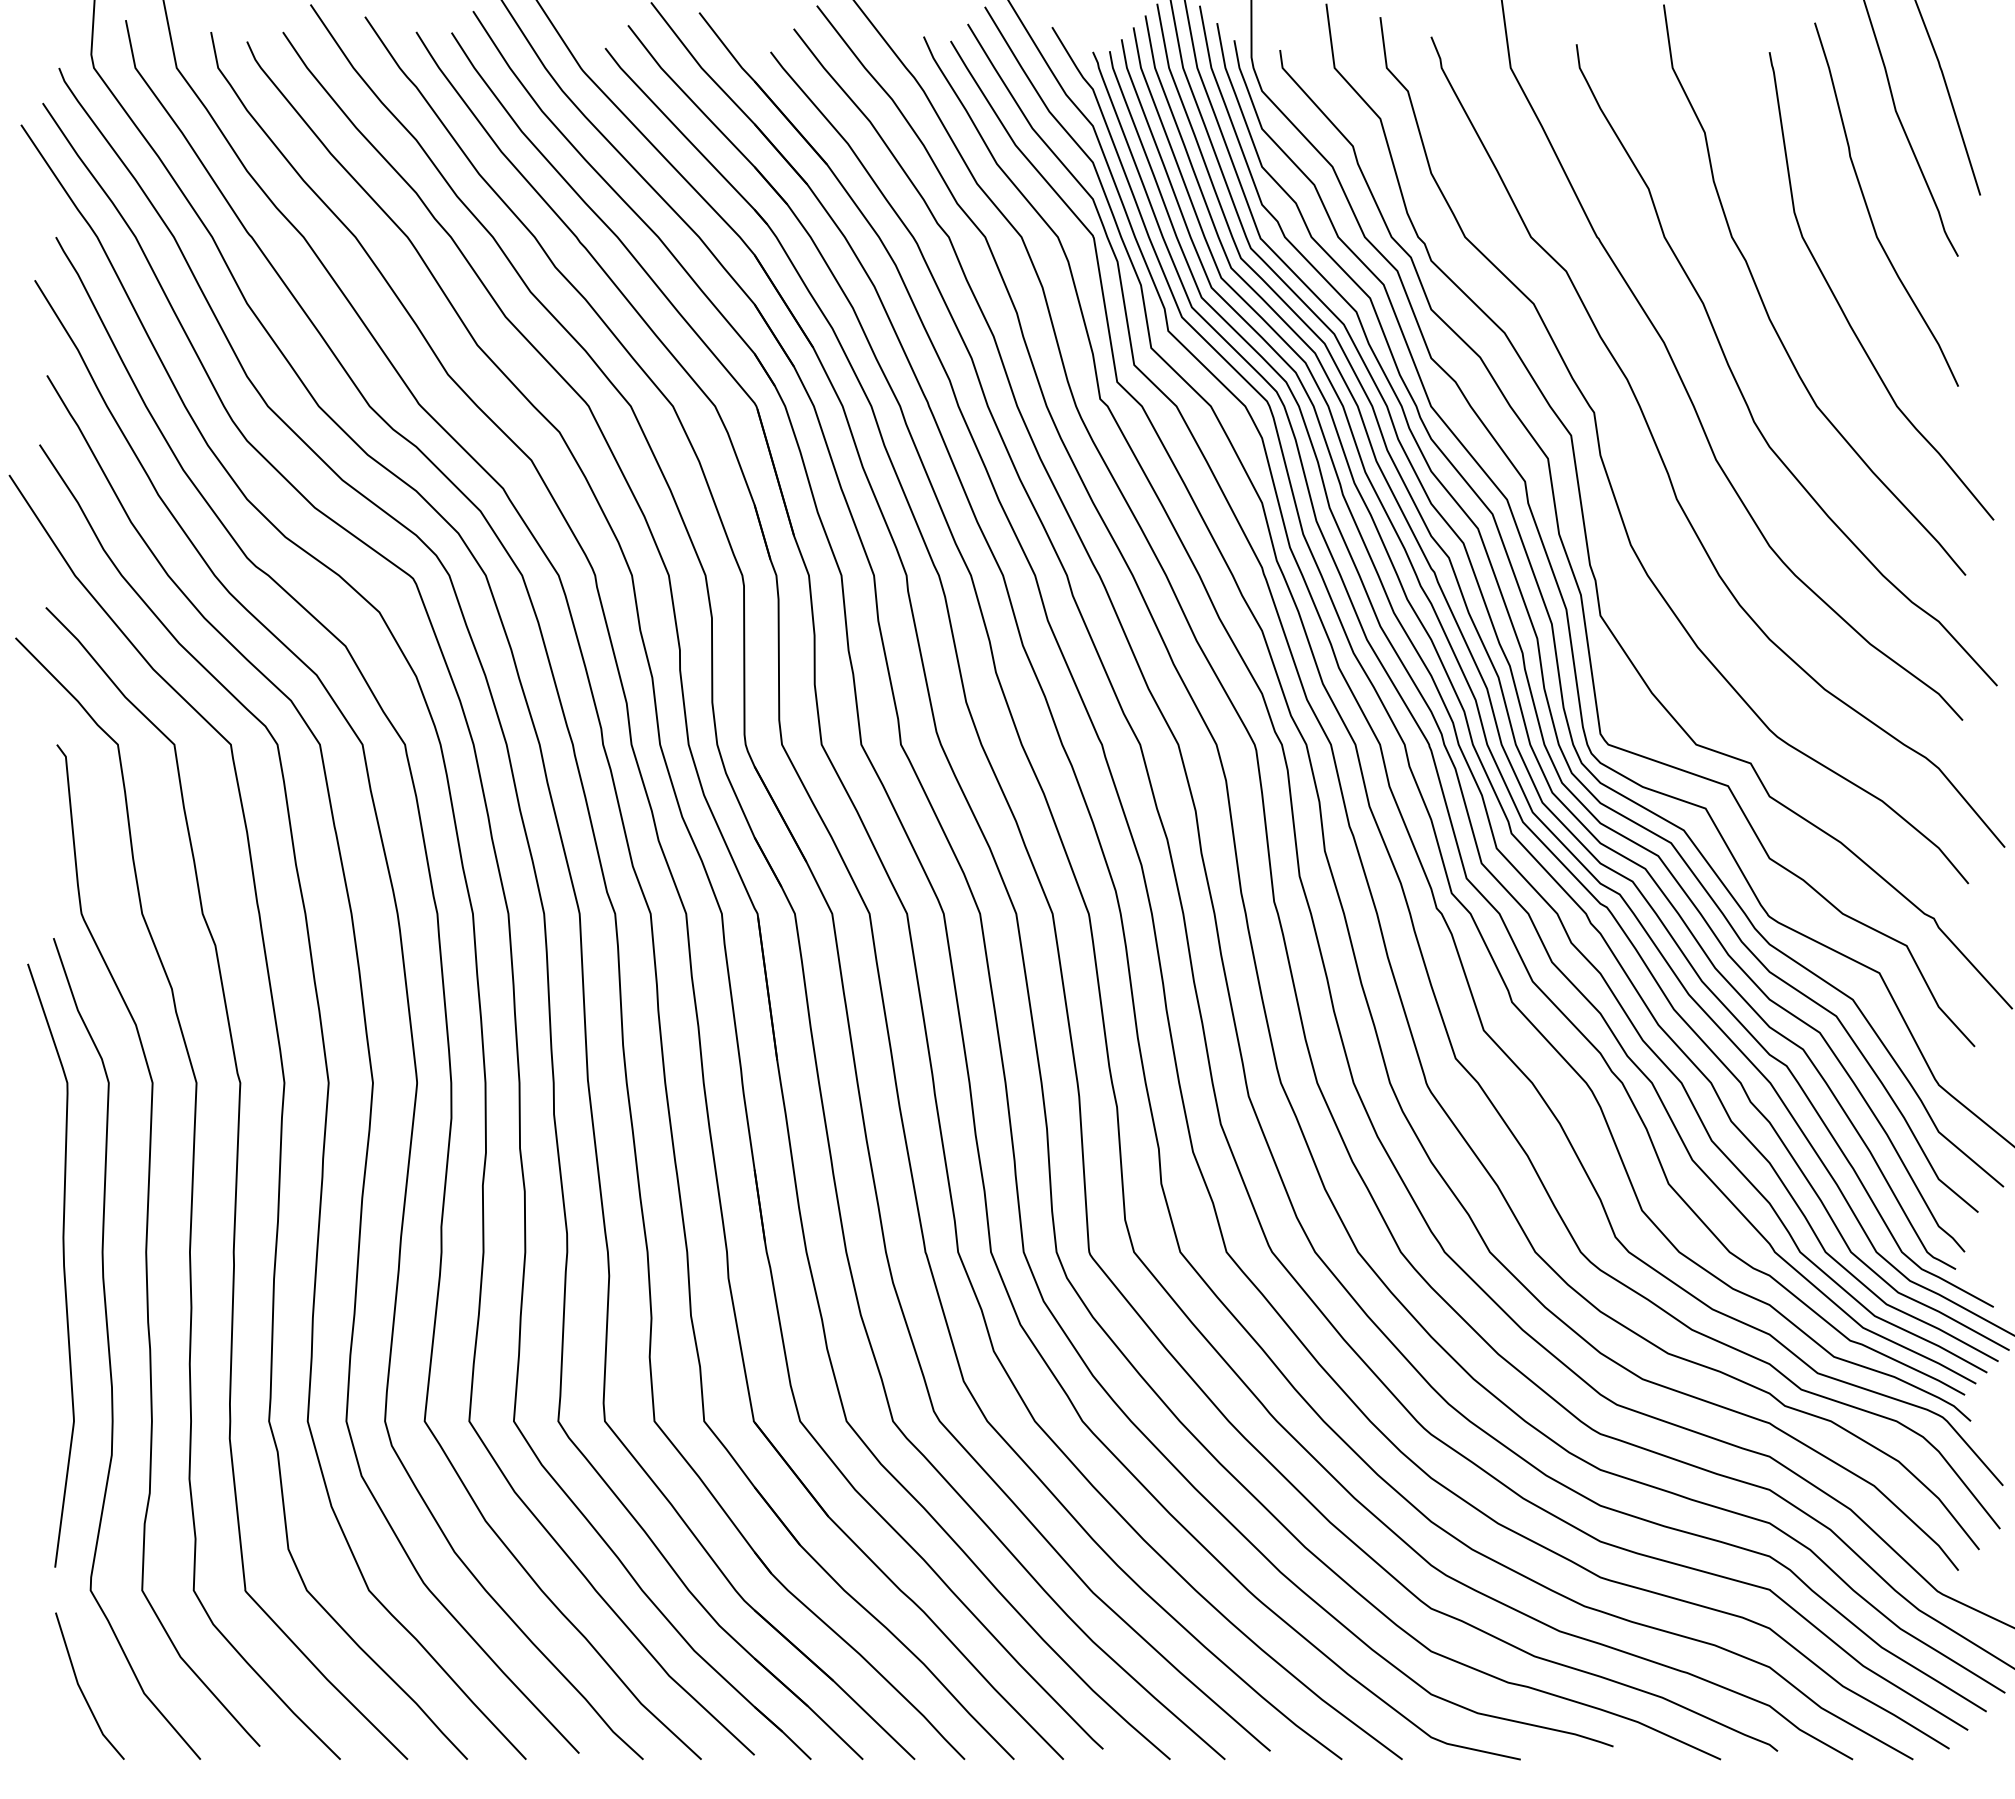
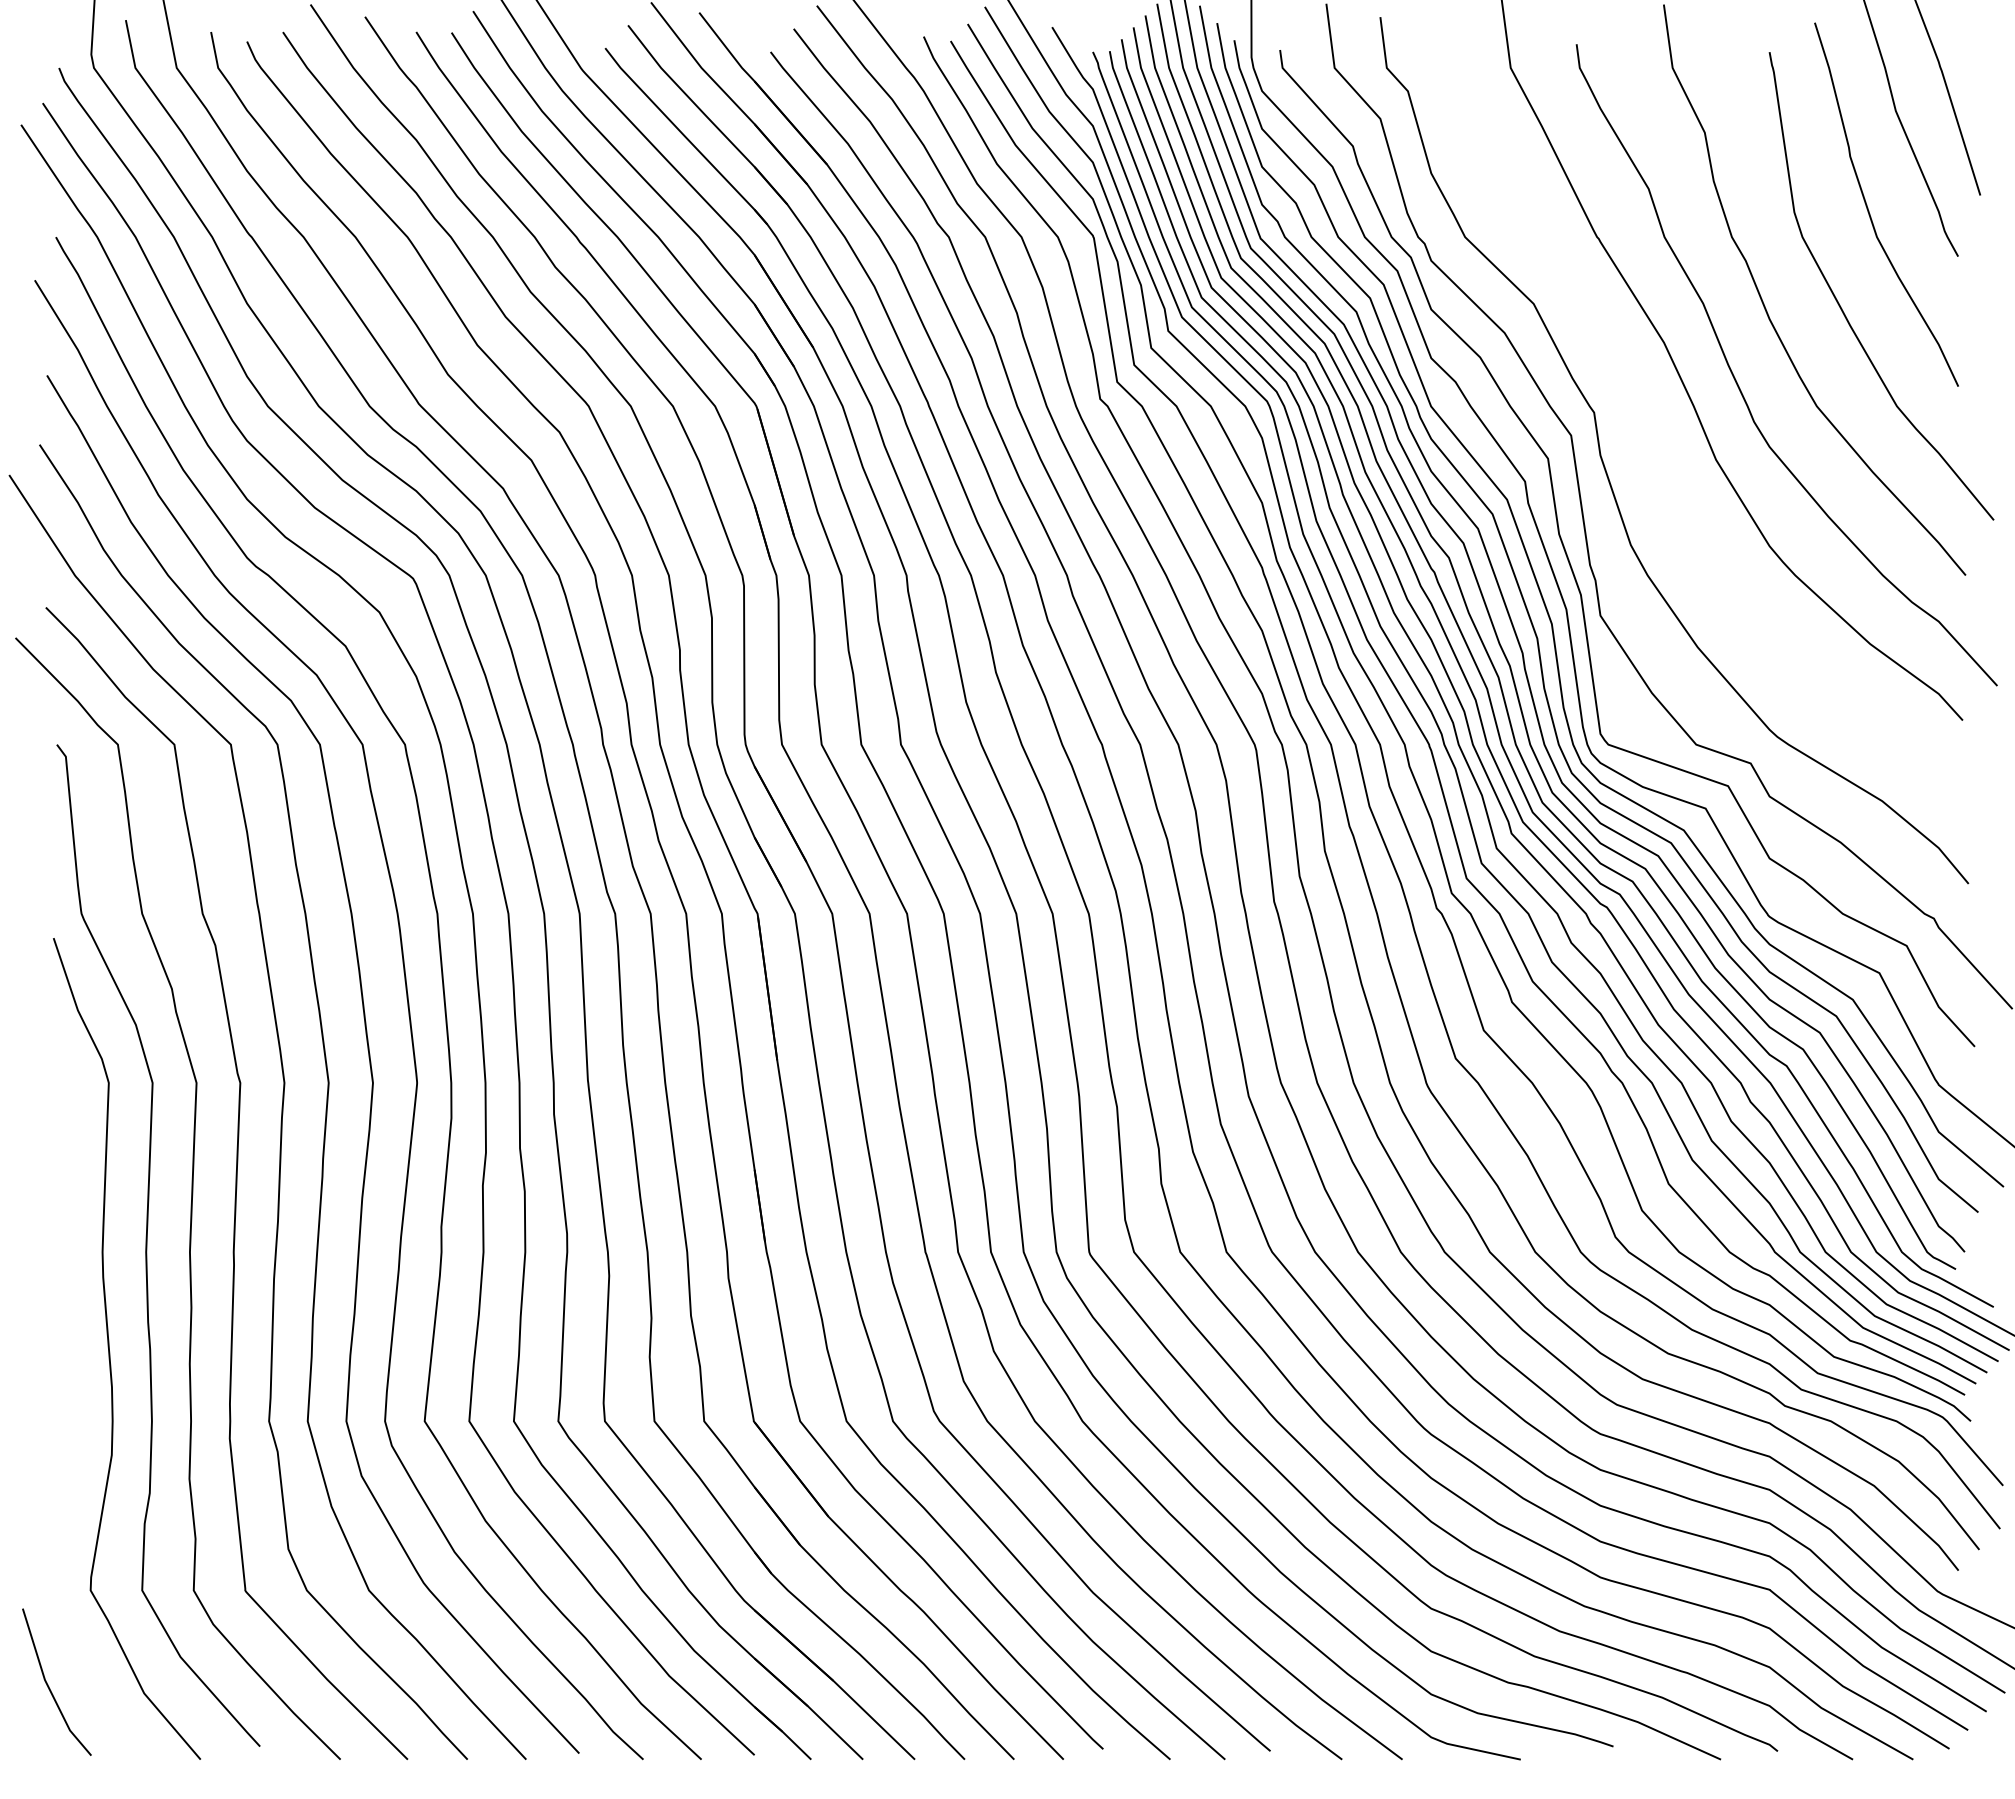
curve at (1665, 464): present -> none
curve at (63, 1265): present -> none
line at (81, 1688) position: (81, 1688) -> (48, 1684)
